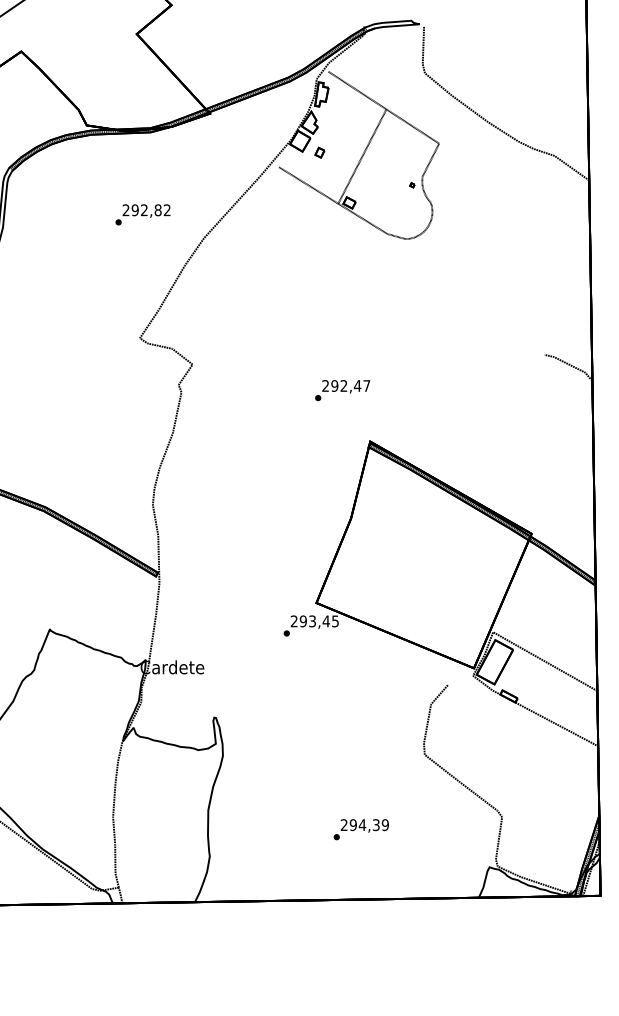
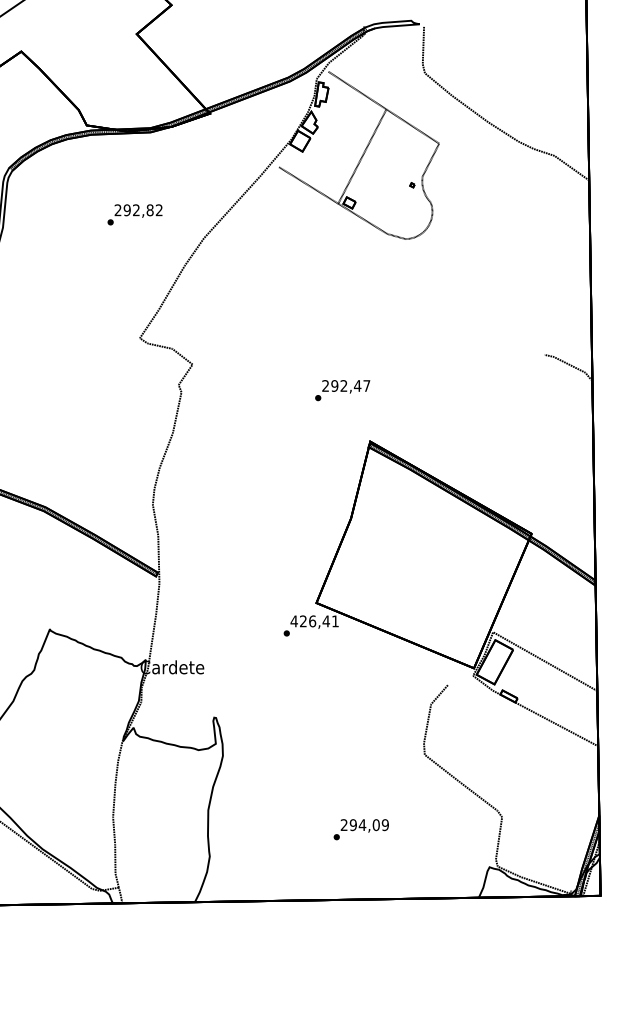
part at (319, 152): present -> none
text at (142, 214) position: (142, 214) -> (134, 214)
text at (314, 621): 293,45 -> 426,41
text at (375, 825): 294,39 -> 294,09
